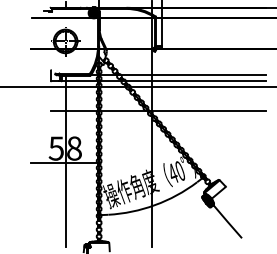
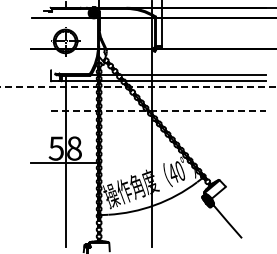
line at (139, 86): solid -> dashed
line at (159, 111): solid -> dashed
